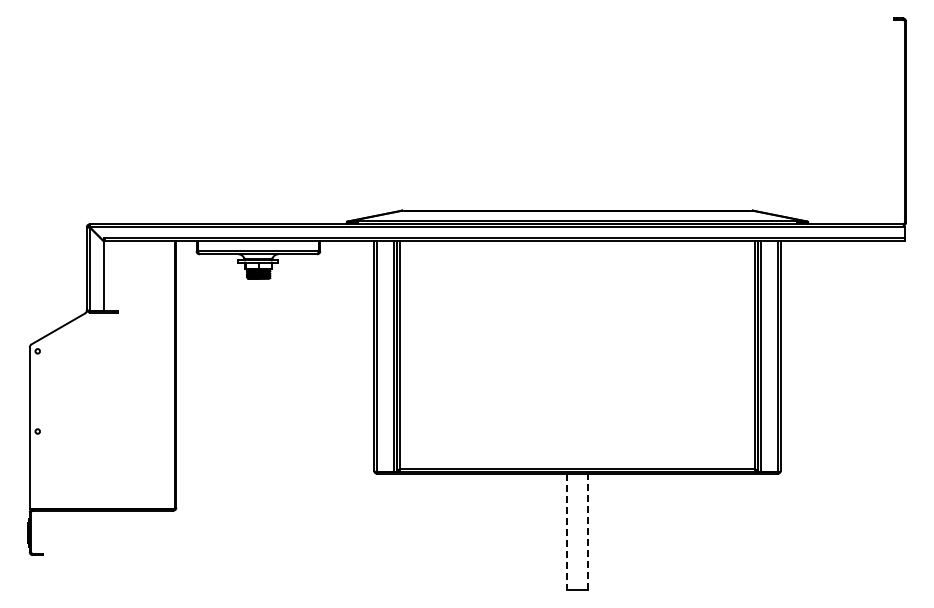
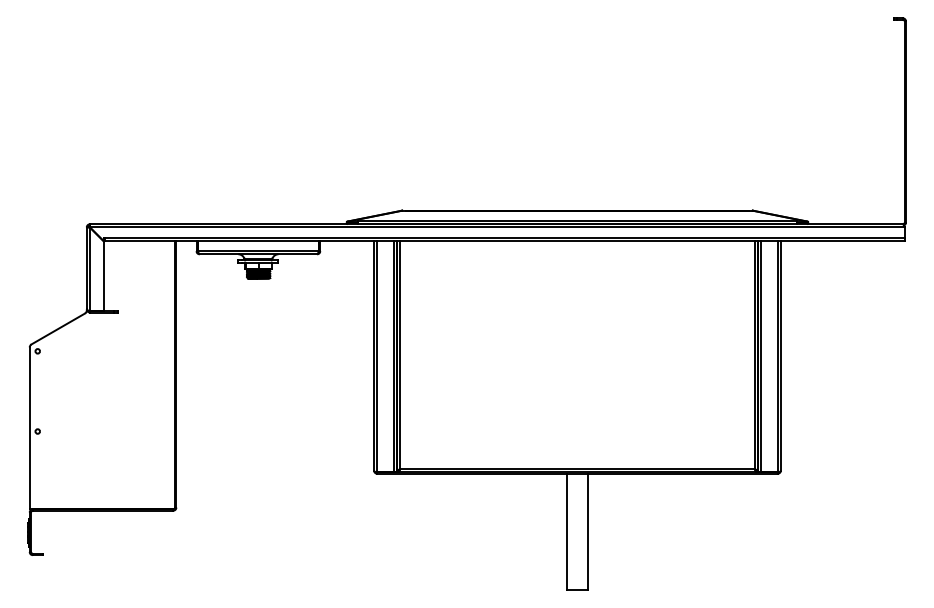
line at (566, 531): dashed -> solid
line at (588, 531): dashed -> solid
